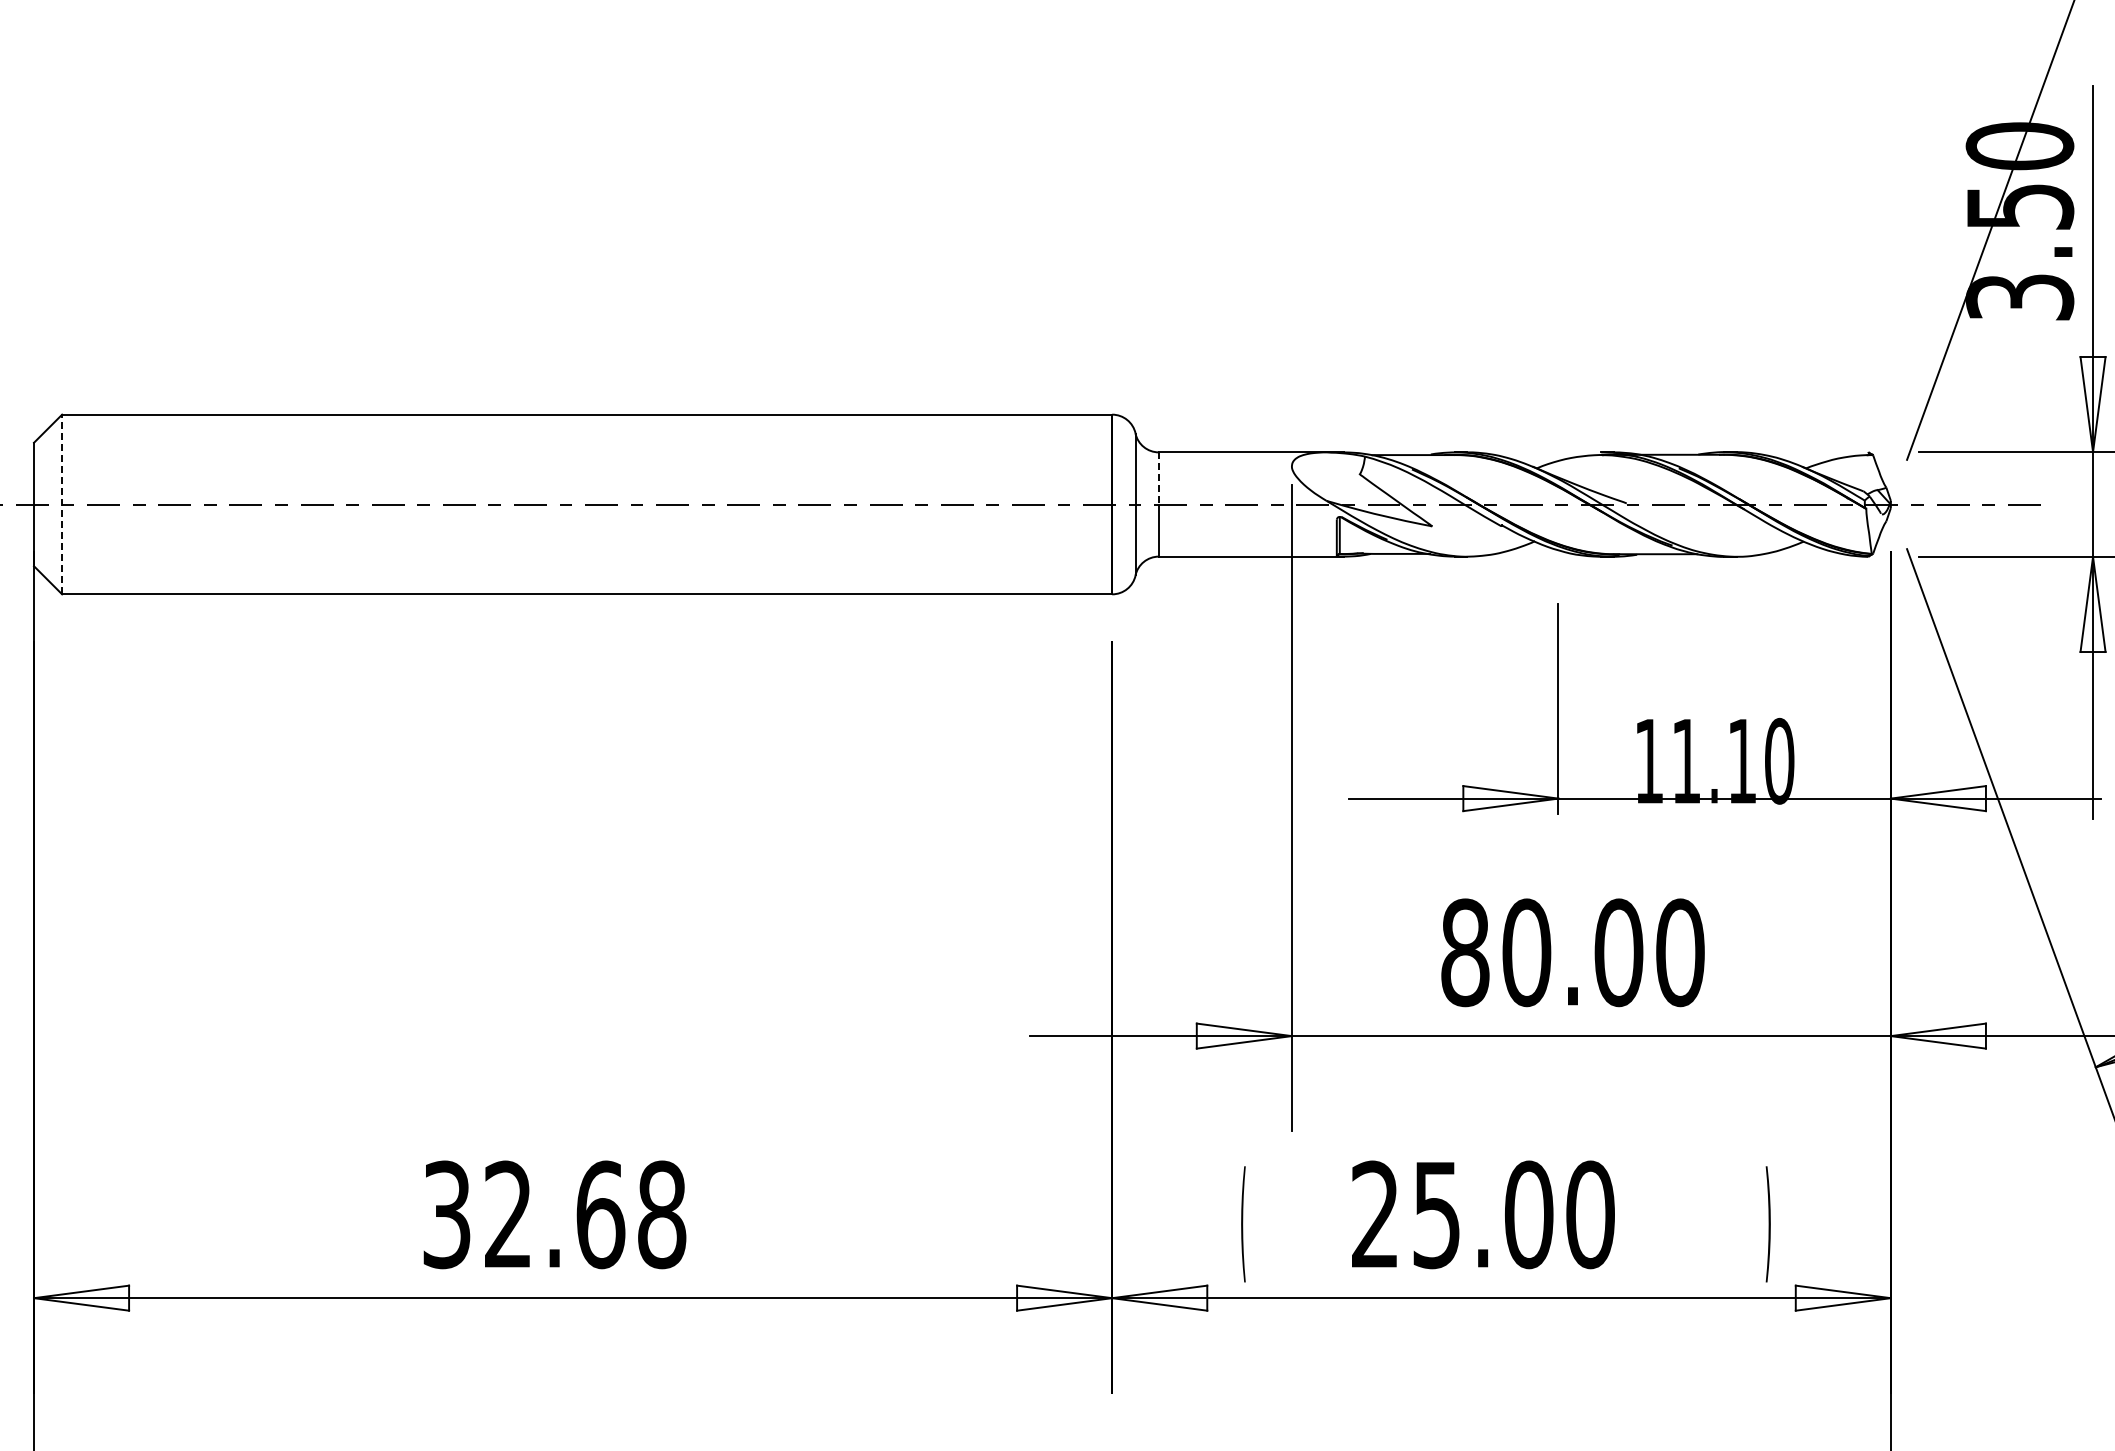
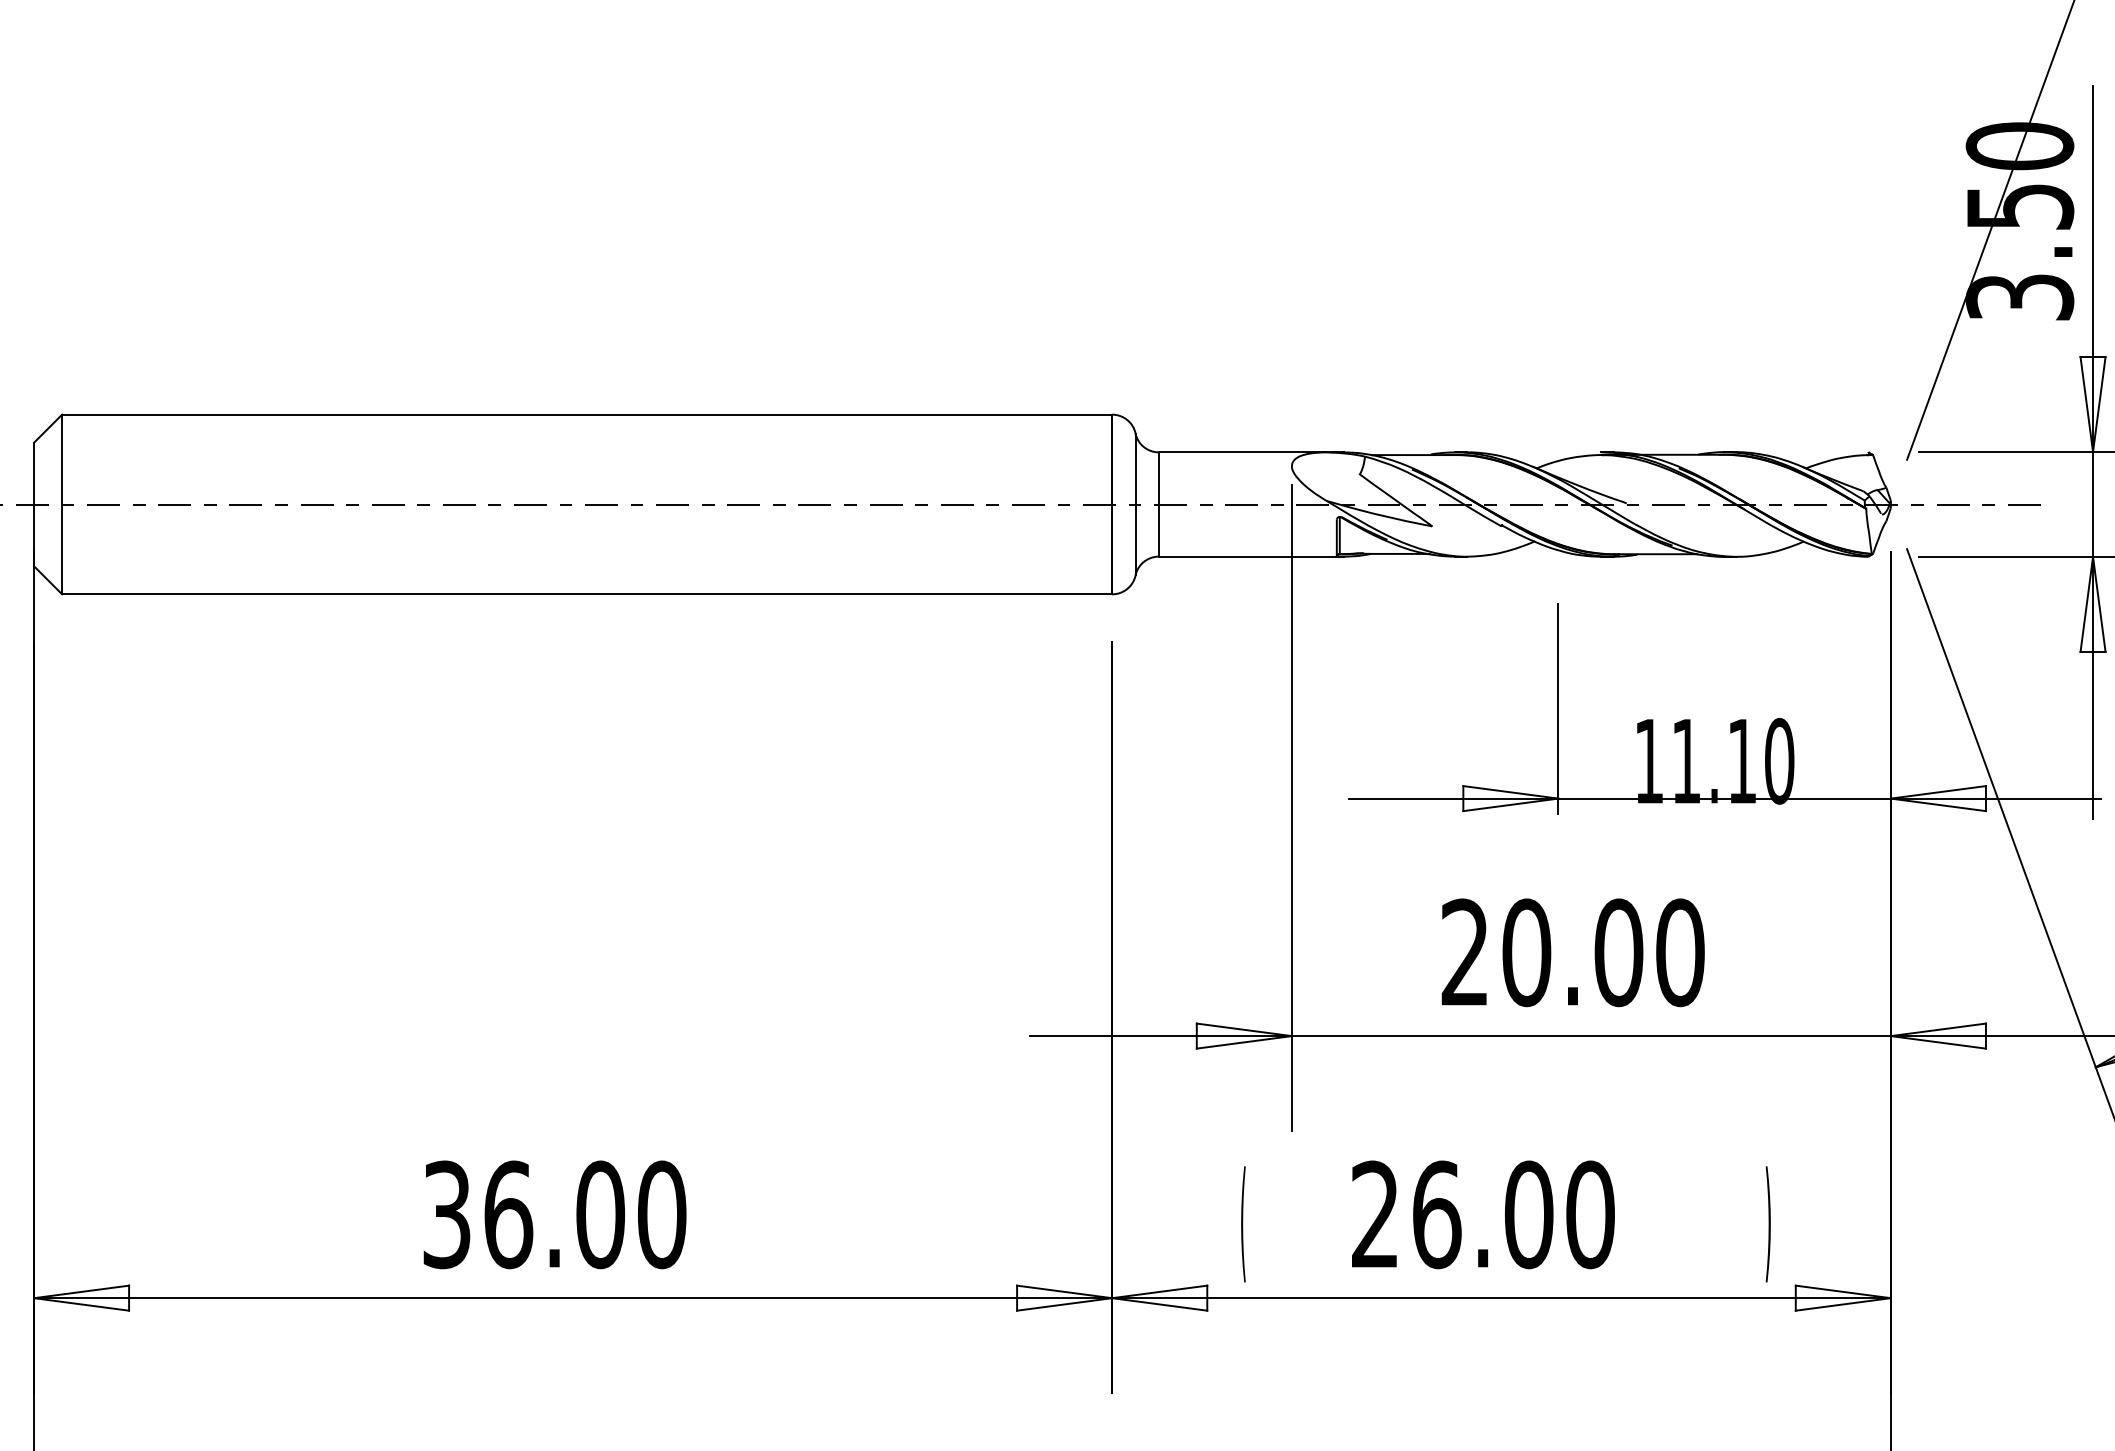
line at (1159, 478): dashed -> solid
line at (62, 504): dashed -> solid
text at (1465, 952): 80.00 -> 20.00
text at (585, 1214): 32.68 -> 36.00
text at (1437, 1214): 25.00 -> 26.00
